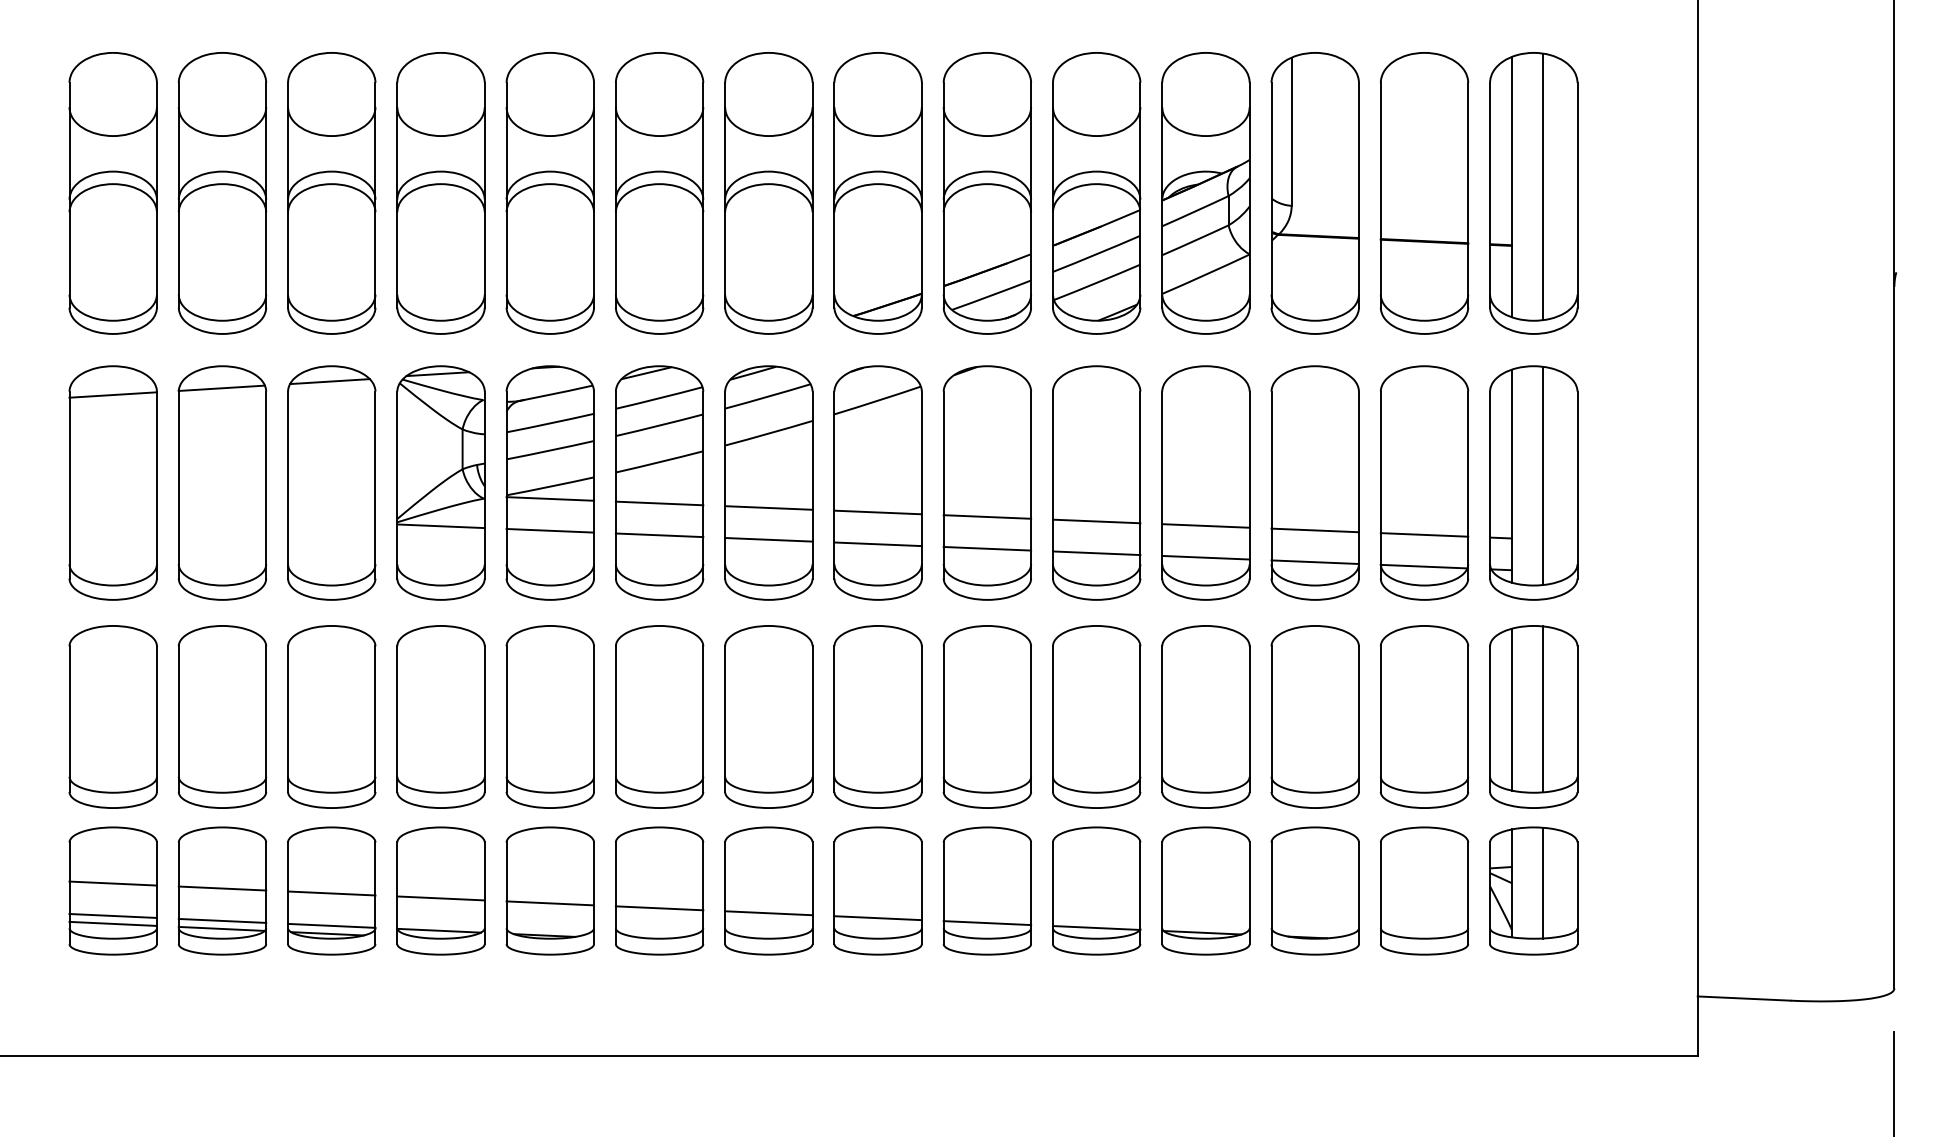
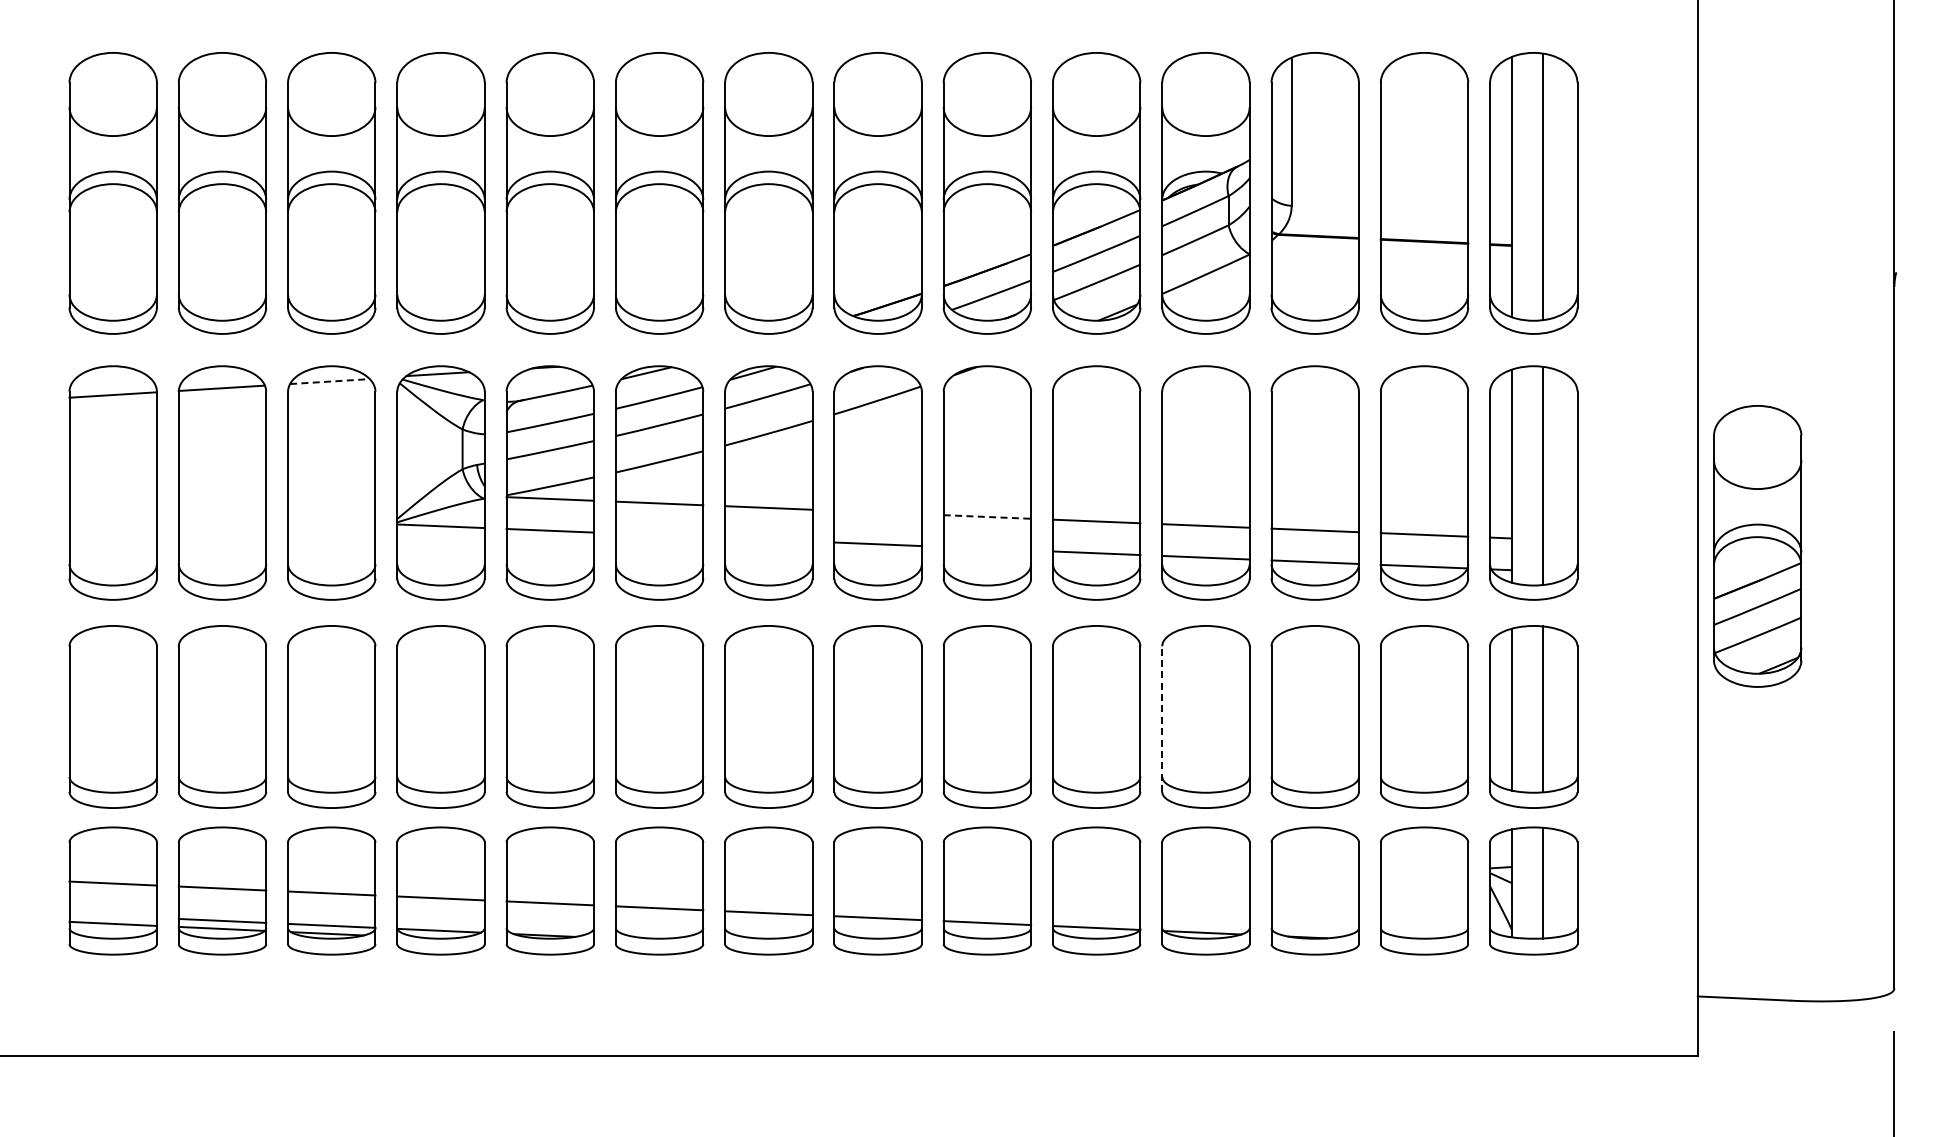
line at (329, 381): solid -> dashed
line at (877, 512): present -> none
line at (987, 516): solid -> dashed
line at (659, 535): present -> none
line at (768, 539): present -> none
part at (1757, 546): none -> present
line at (987, 548): present -> none
line at (1162, 719): solid -> dashed
line at (112, 915): present -> none
